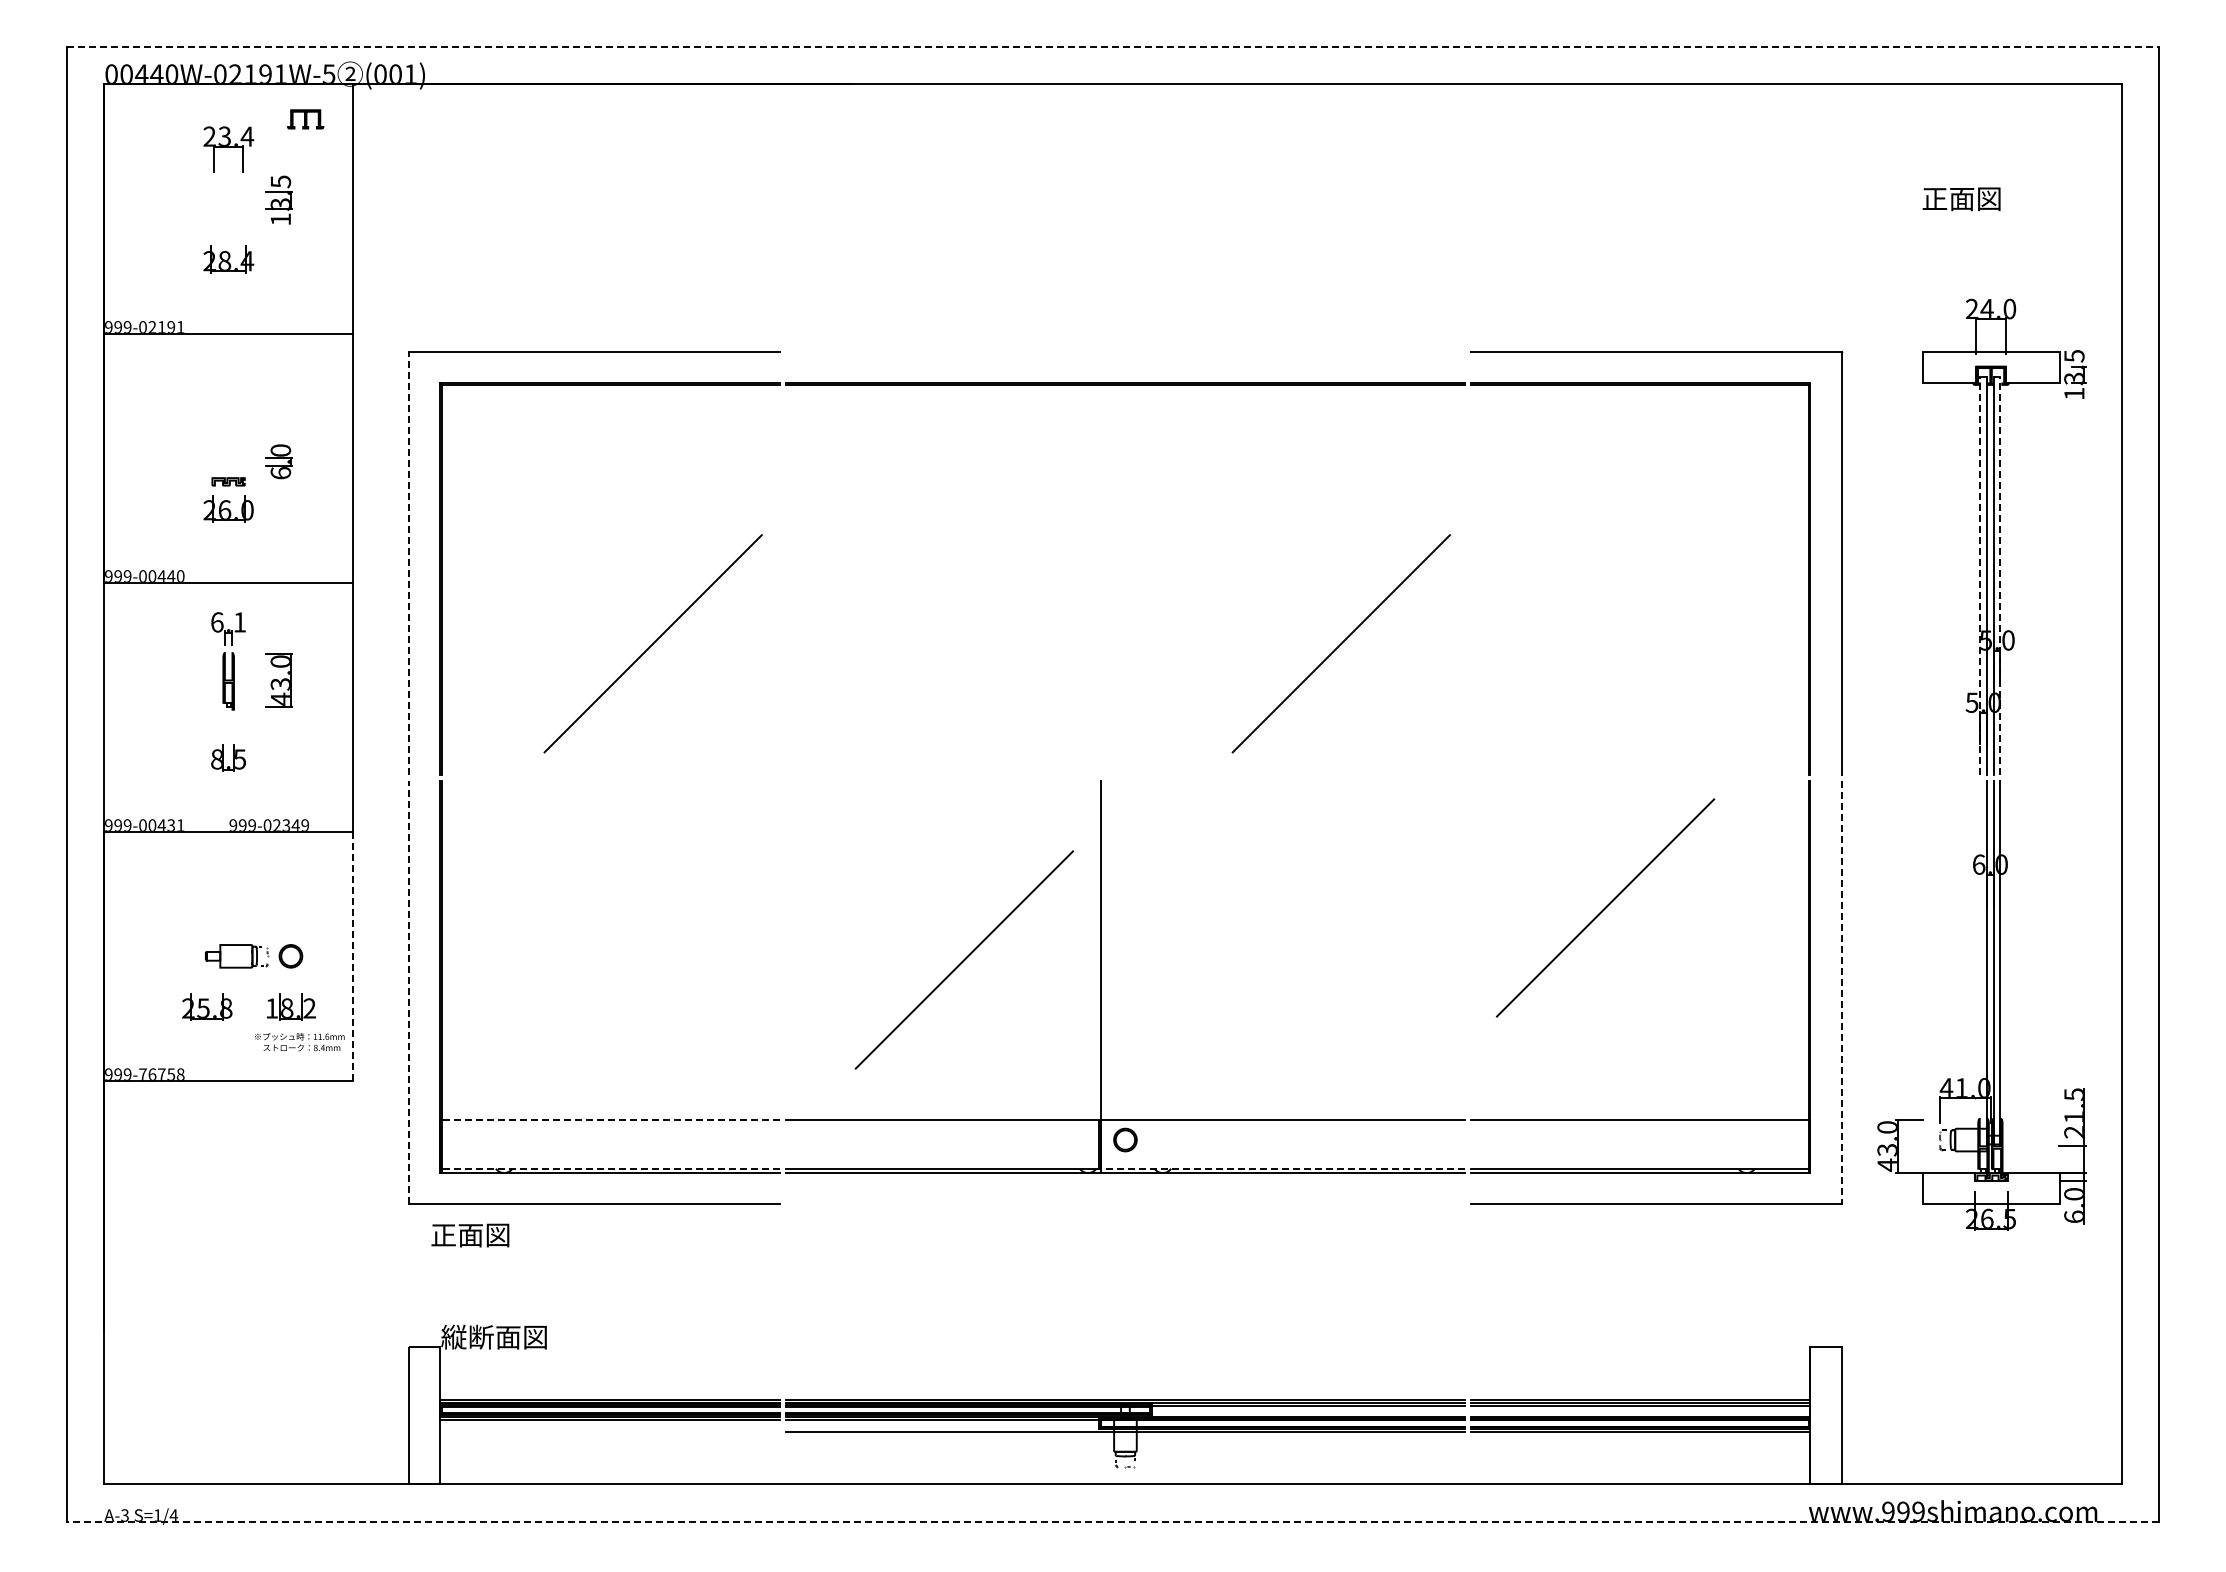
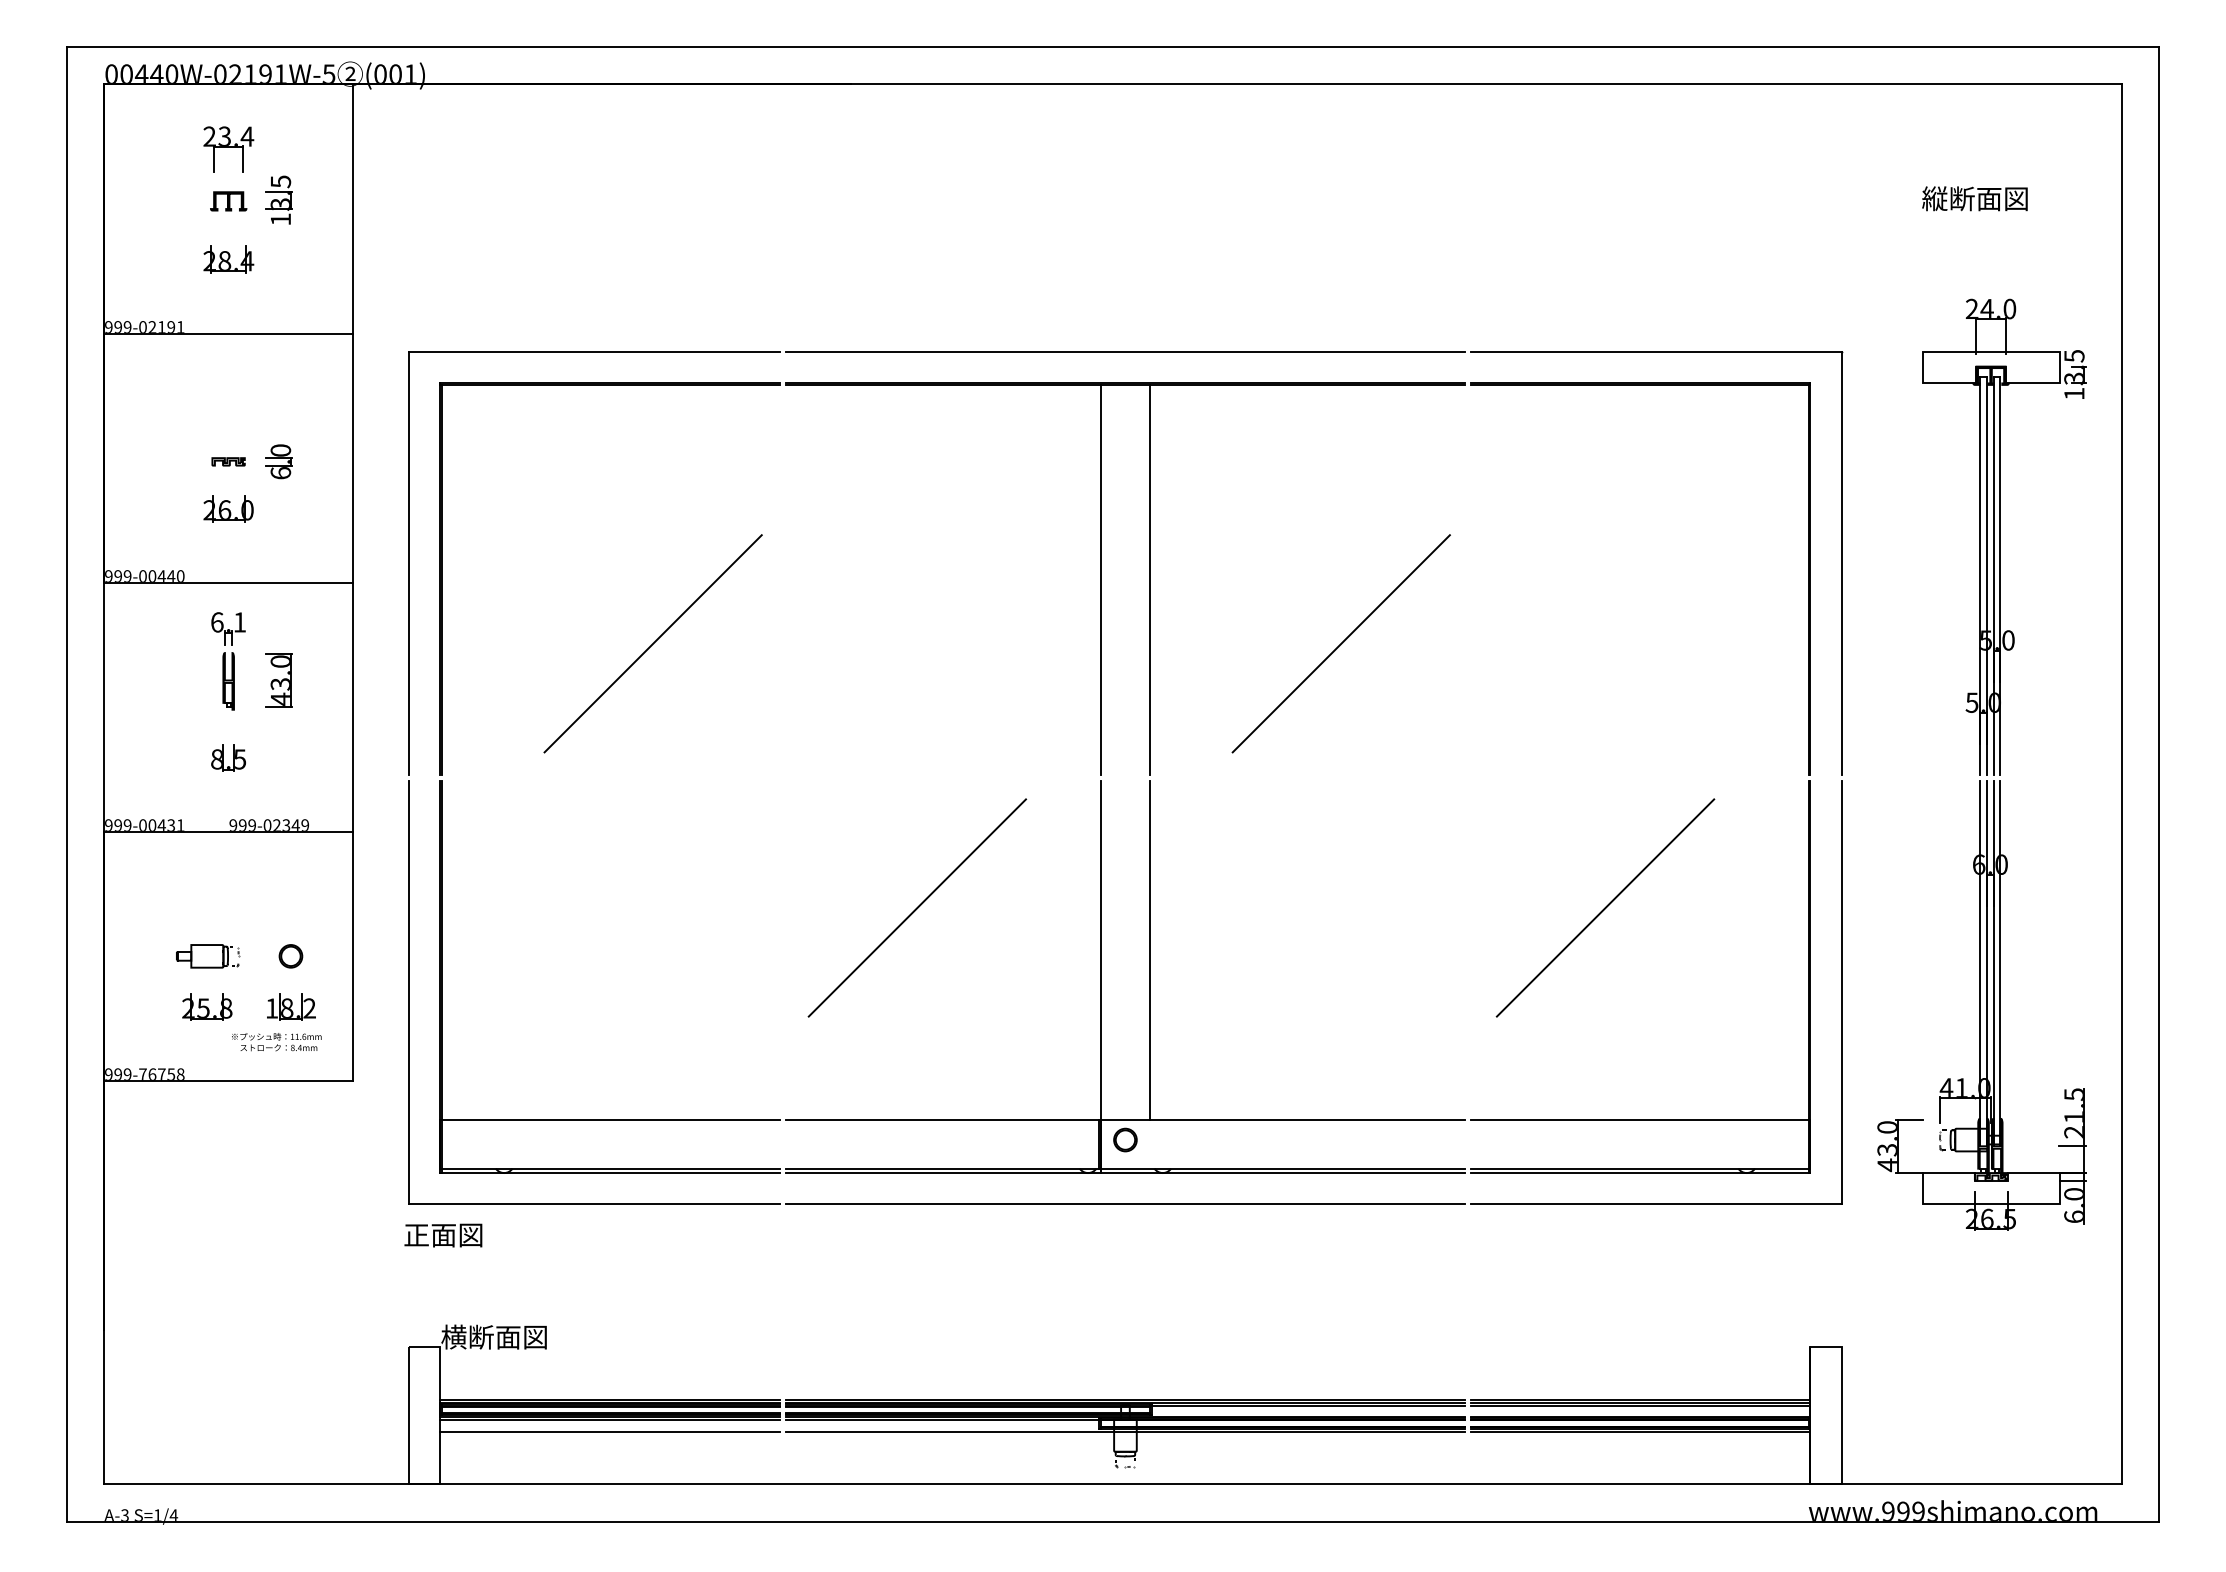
line at (1113, 47): dashed -> solid
part at (305, 119) position: (305, 119) -> (228, 201)
text at (1974, 198): 正面図 -> 縦断面図
line at (1125, 352): none -> present
part at (228, 481) position: (228, 481) -> (228, 461)
line at (409, 563): dashed -> solid
line at (1980, 576): dashed -> solid
line at (2000, 576): dashed -> solid
line at (1100, 579): none -> present
line at (1150, 579): none -> present
line at (1150, 950): none -> present
part at (237, 956) position: (237, 956) -> (208, 956)
line at (353, 956): dashed -> solid
line at (964, 959) position: (964, 959) -> (917, 907)
line at (1980, 963): none -> present
line at (409, 992): dashed -> solid
line at (1841, 993): dashed -> solid
text at (299, 1042) position: (299, 1042) -> (276, 1042)
line at (610, 1119): dashed -> solid
line at (610, 1168): dashed -> solid
line at (1282, 1168): dashed -> solid
line at (1125, 1204): none -> present
text at (470, 1235) position: (470, 1235) -> (443, 1235)
text at (453, 1336): 縦断面図 -> 横断面図
line at (609, 1432): none -> present
line at (1112, 1521): dashed -> solid
